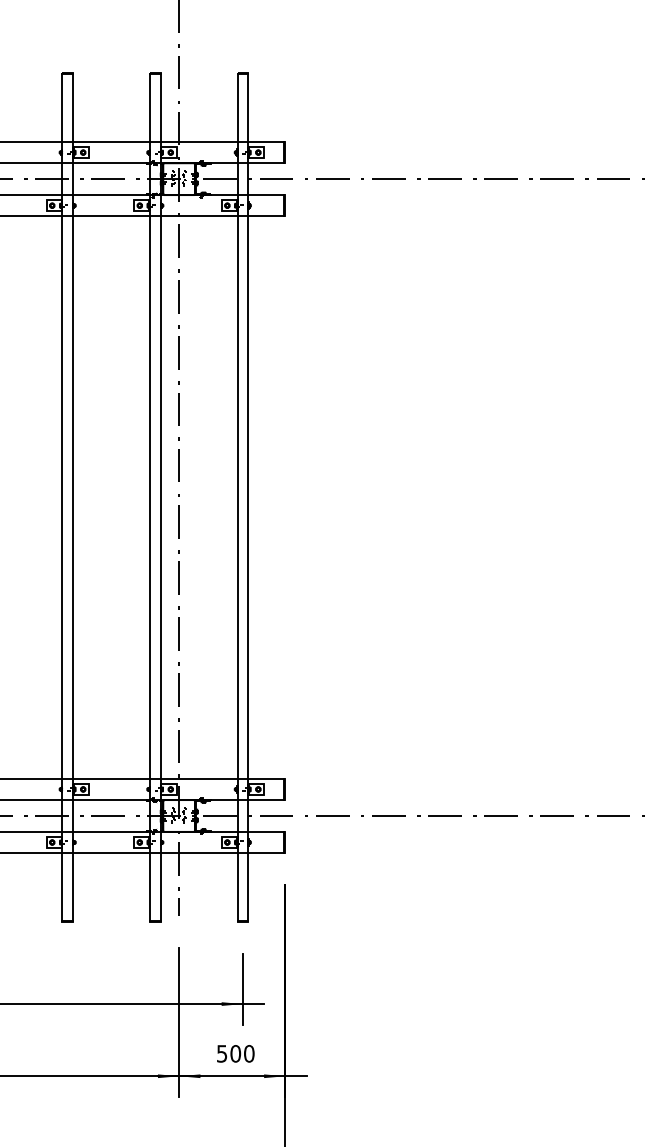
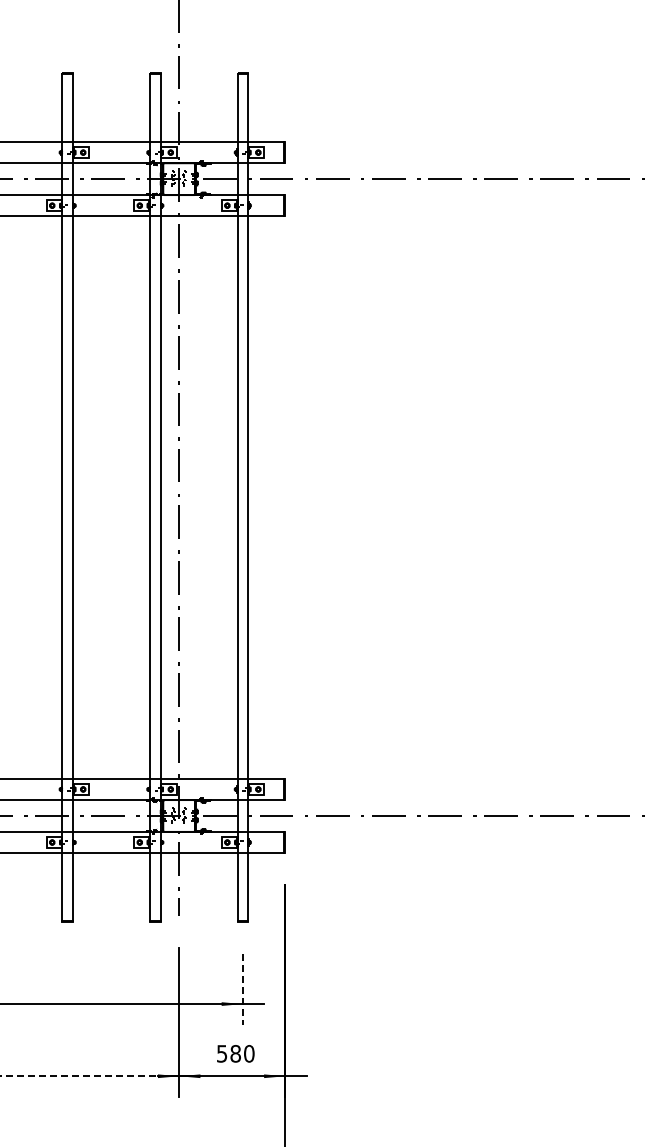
line at (242, 989): solid -> dashed
text at (235, 1053): 500 -> 580
line at (90, 1076): solid -> dashed
